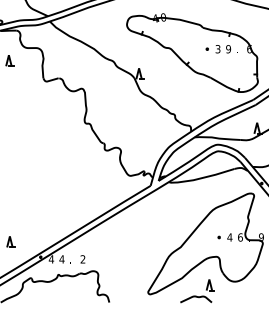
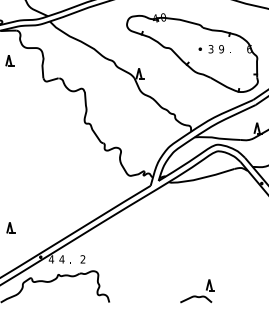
part at (221, 49) position: (221, 49) -> (214, 49)
part at (10, 241) position: (10, 241) -> (10, 227)
part at (205, 243): present -> none
